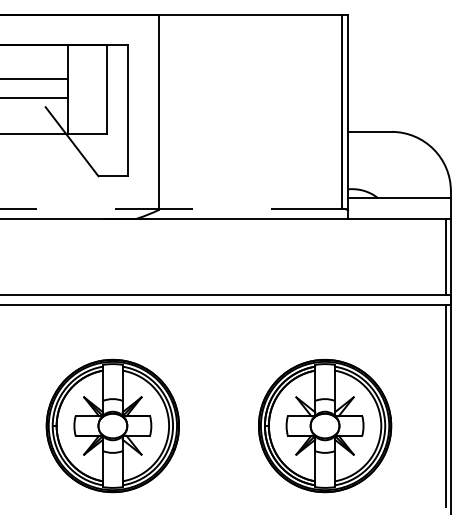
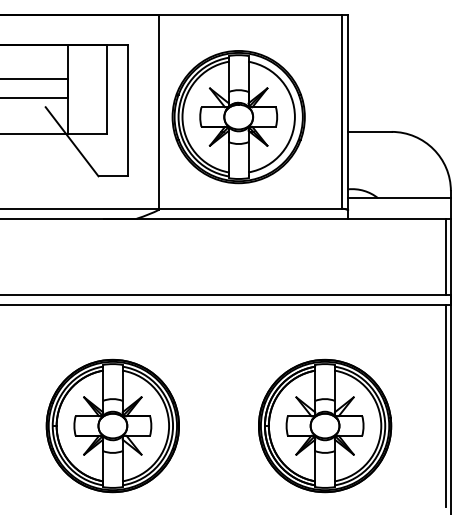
part at (238, 117): none -> present
line at (171, 208): dashed -> solid
